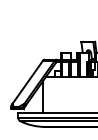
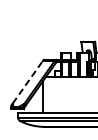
line at (28, 81): solid -> dashed
